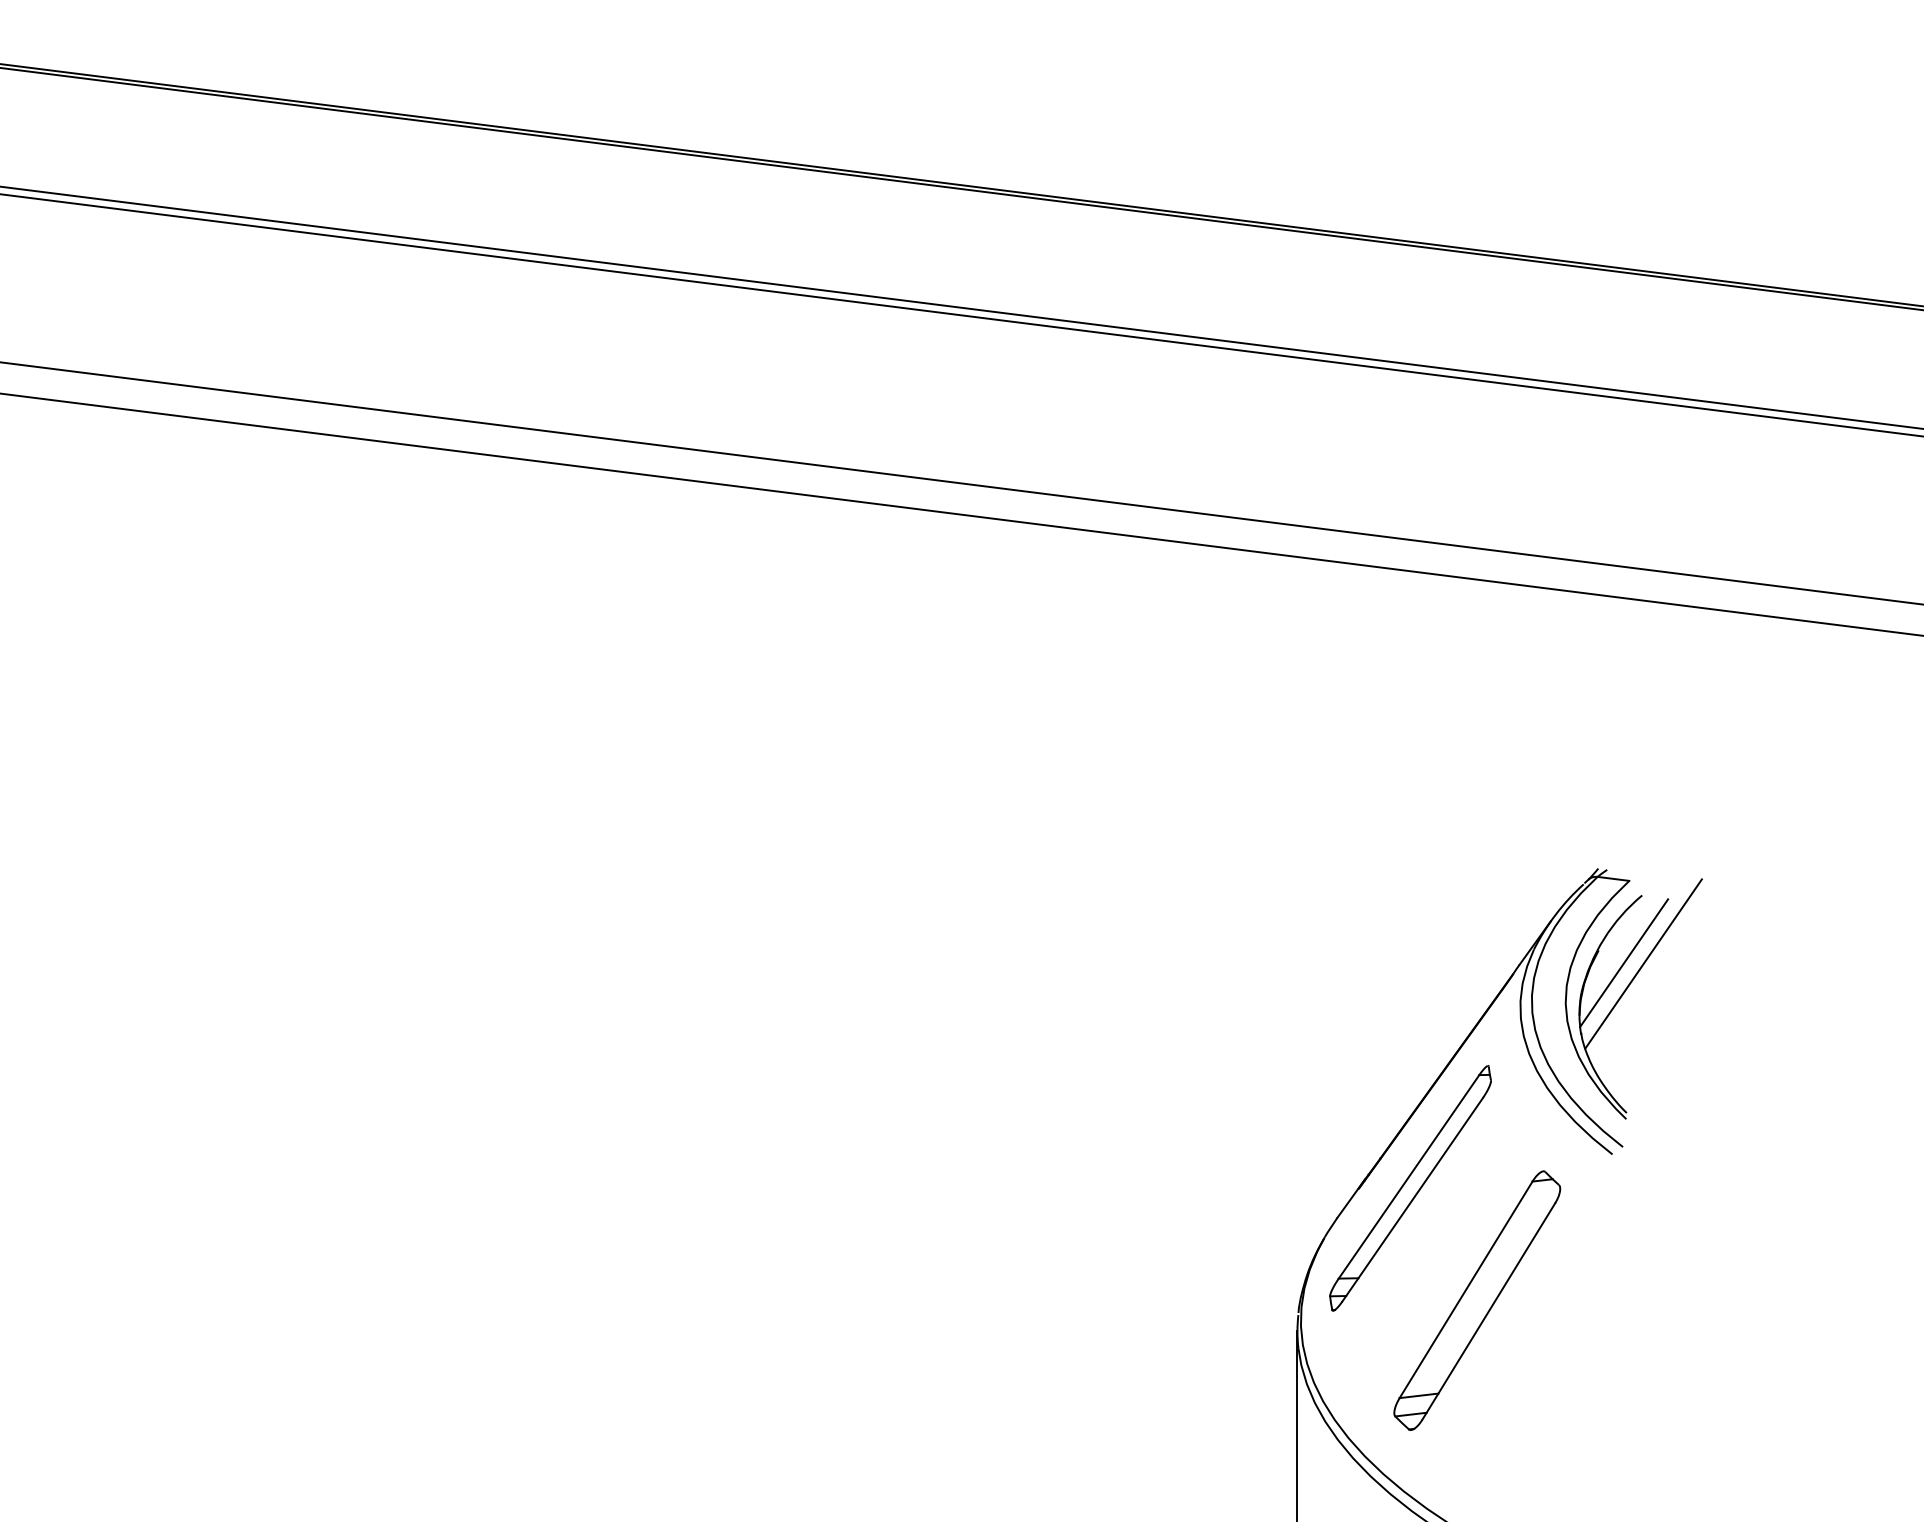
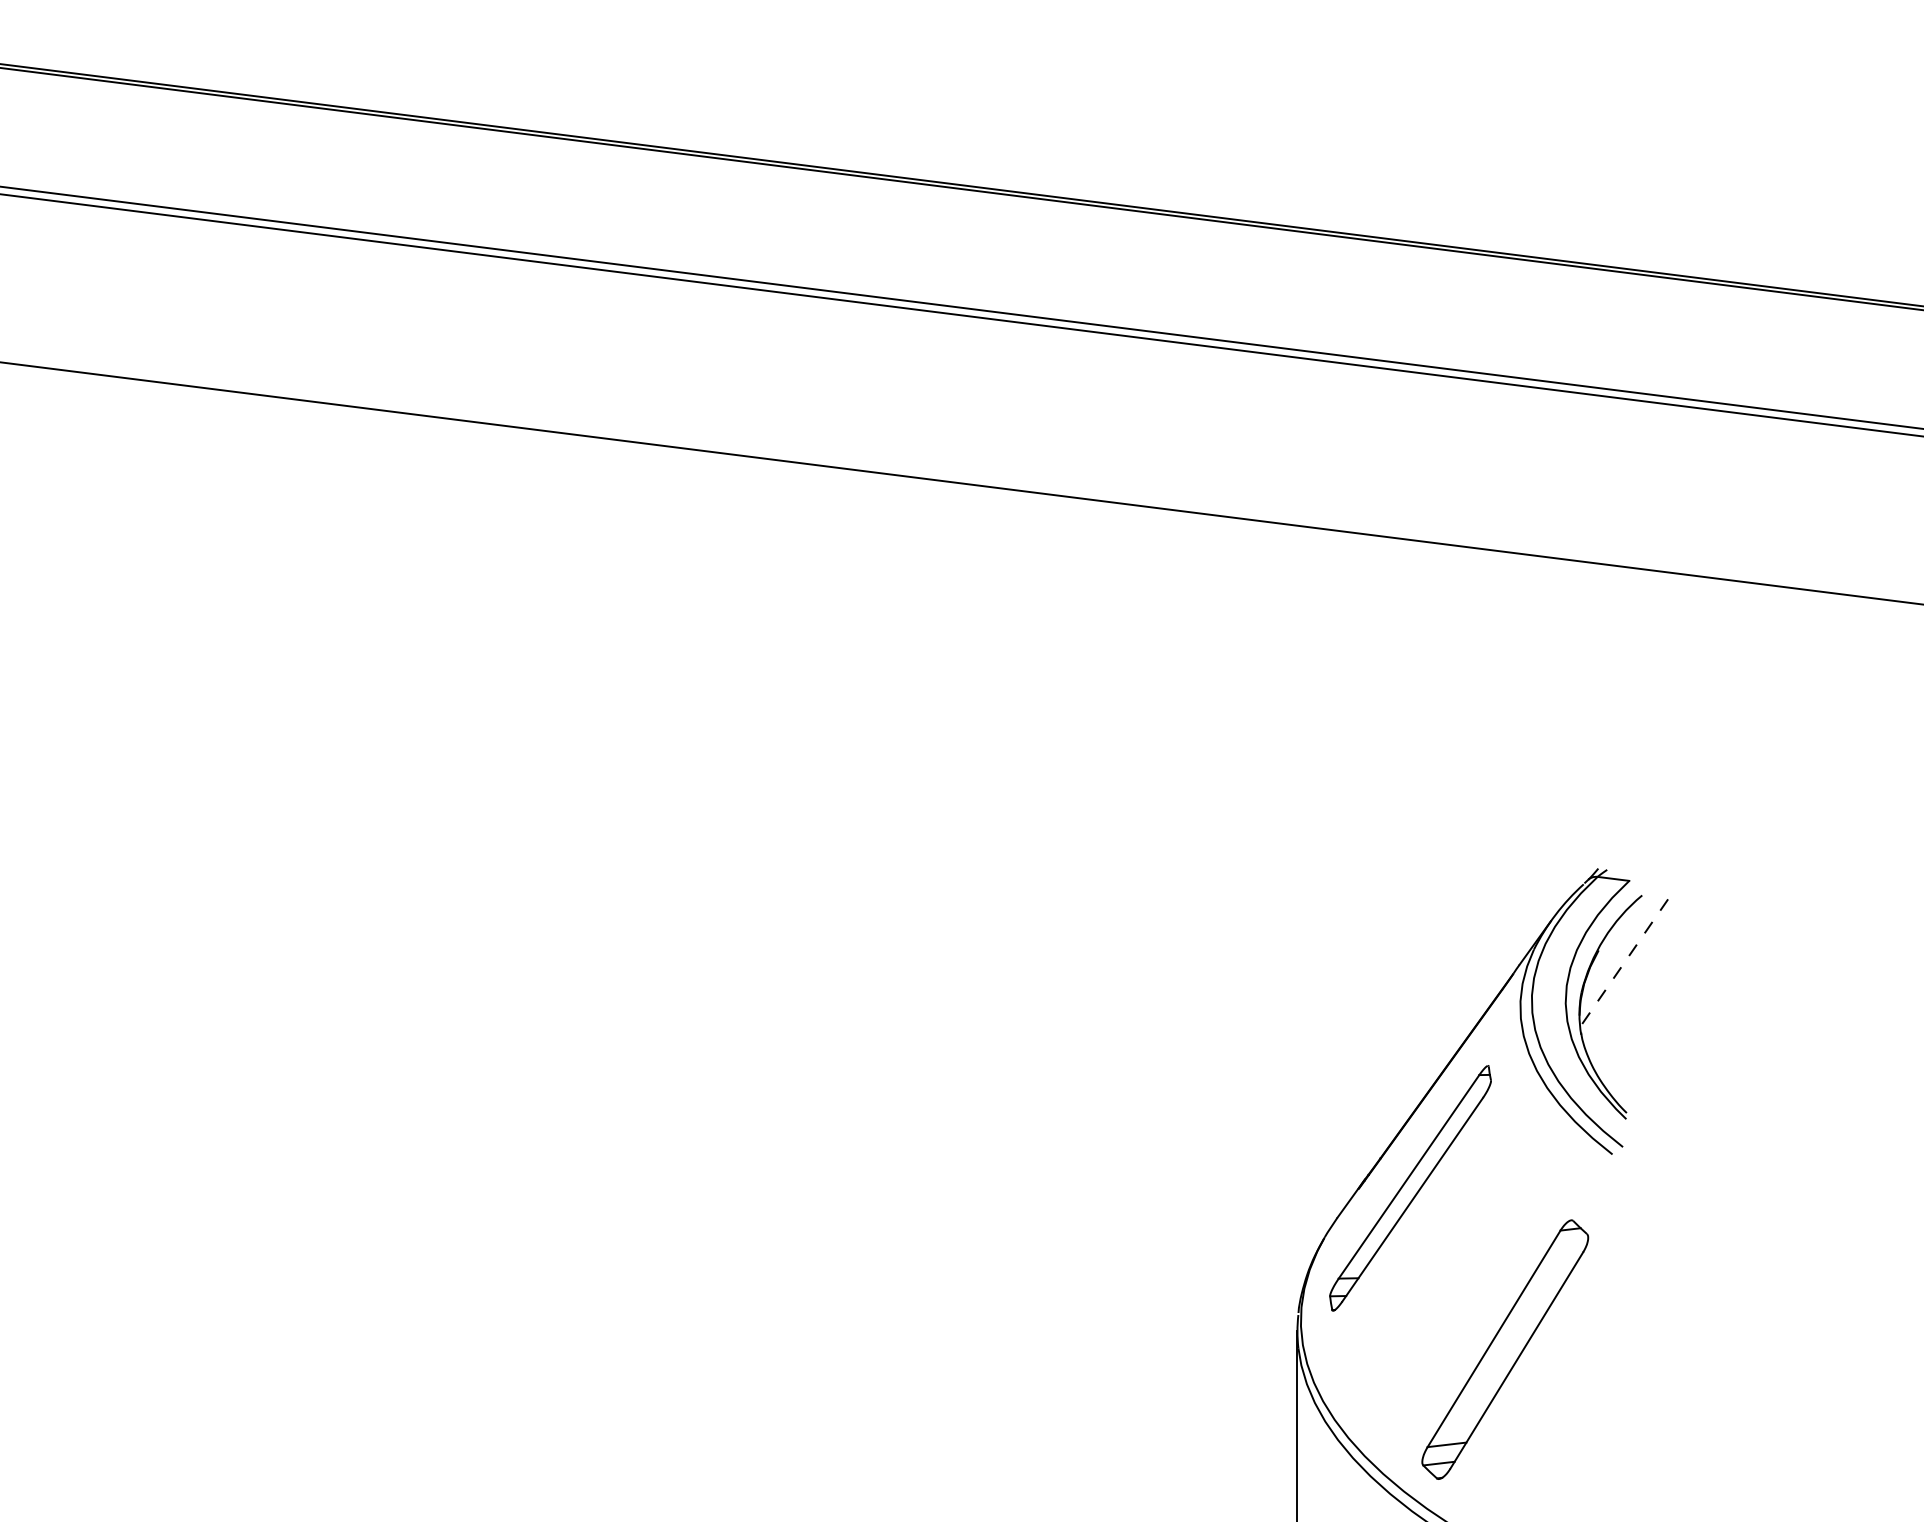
line at (961, 514): present -> none
line at (1624, 963): solid -> dashed
line at (1643, 963): present -> none
part at (1477, 1300) position: (1477, 1300) -> (1505, 1349)
